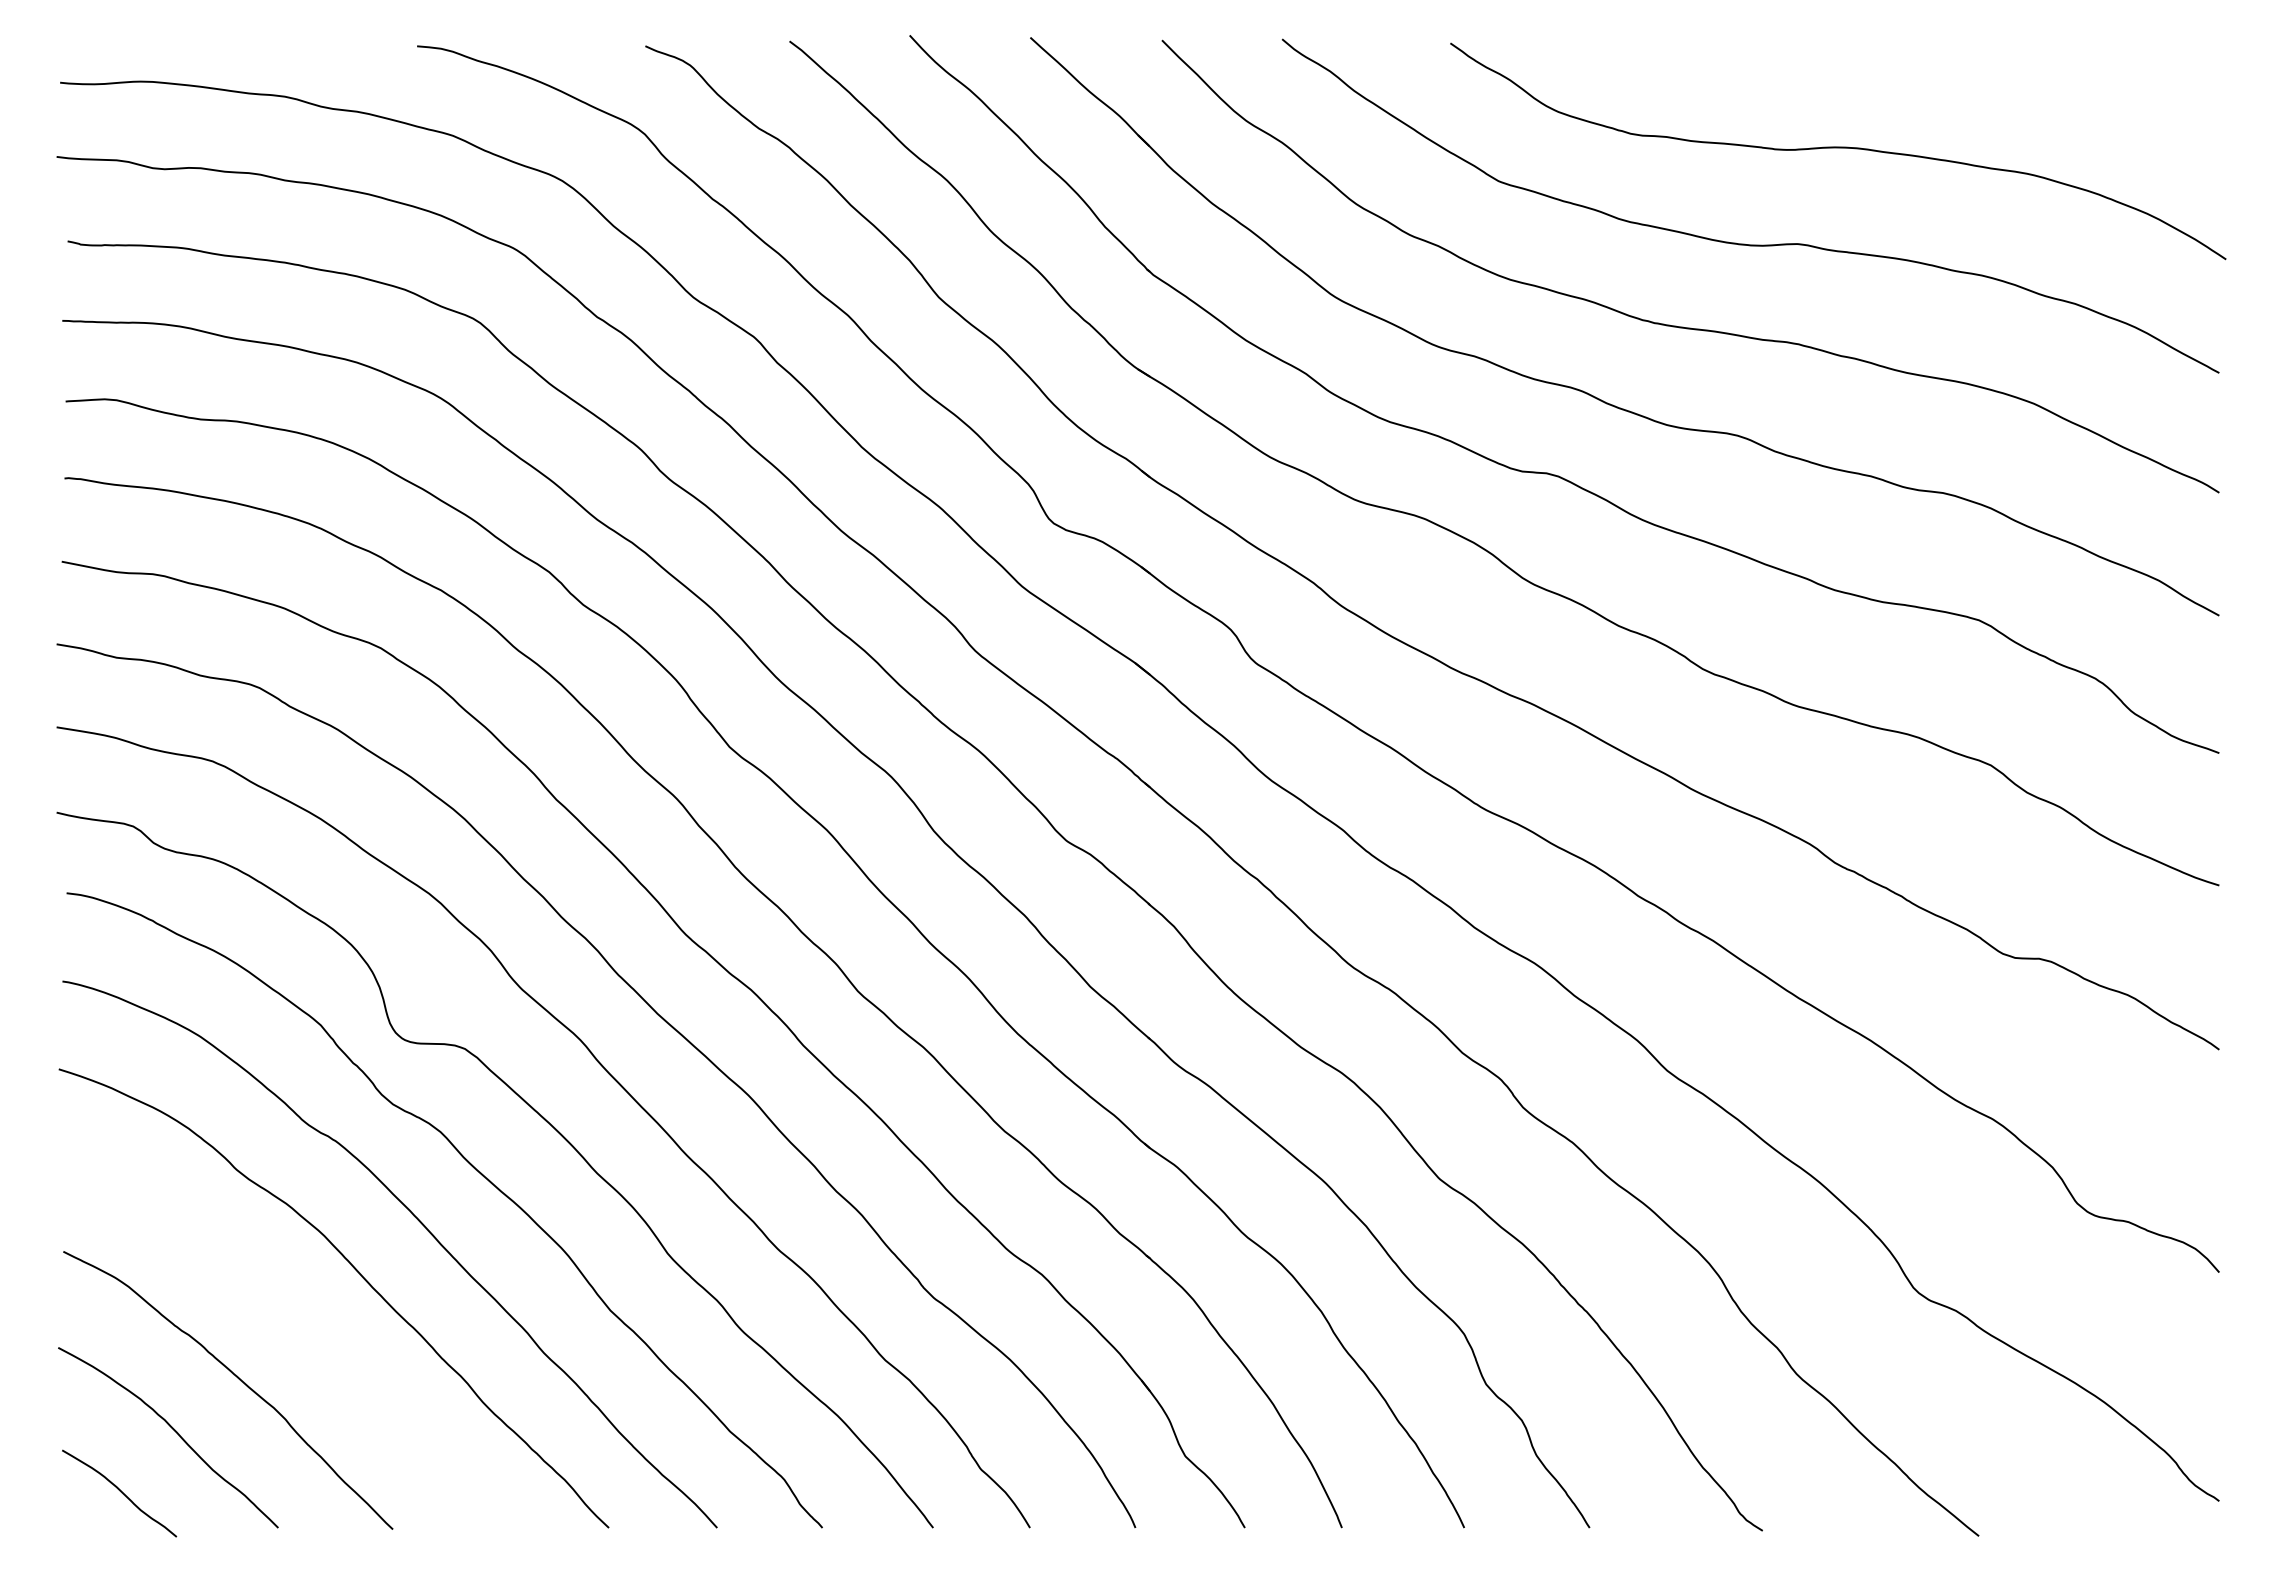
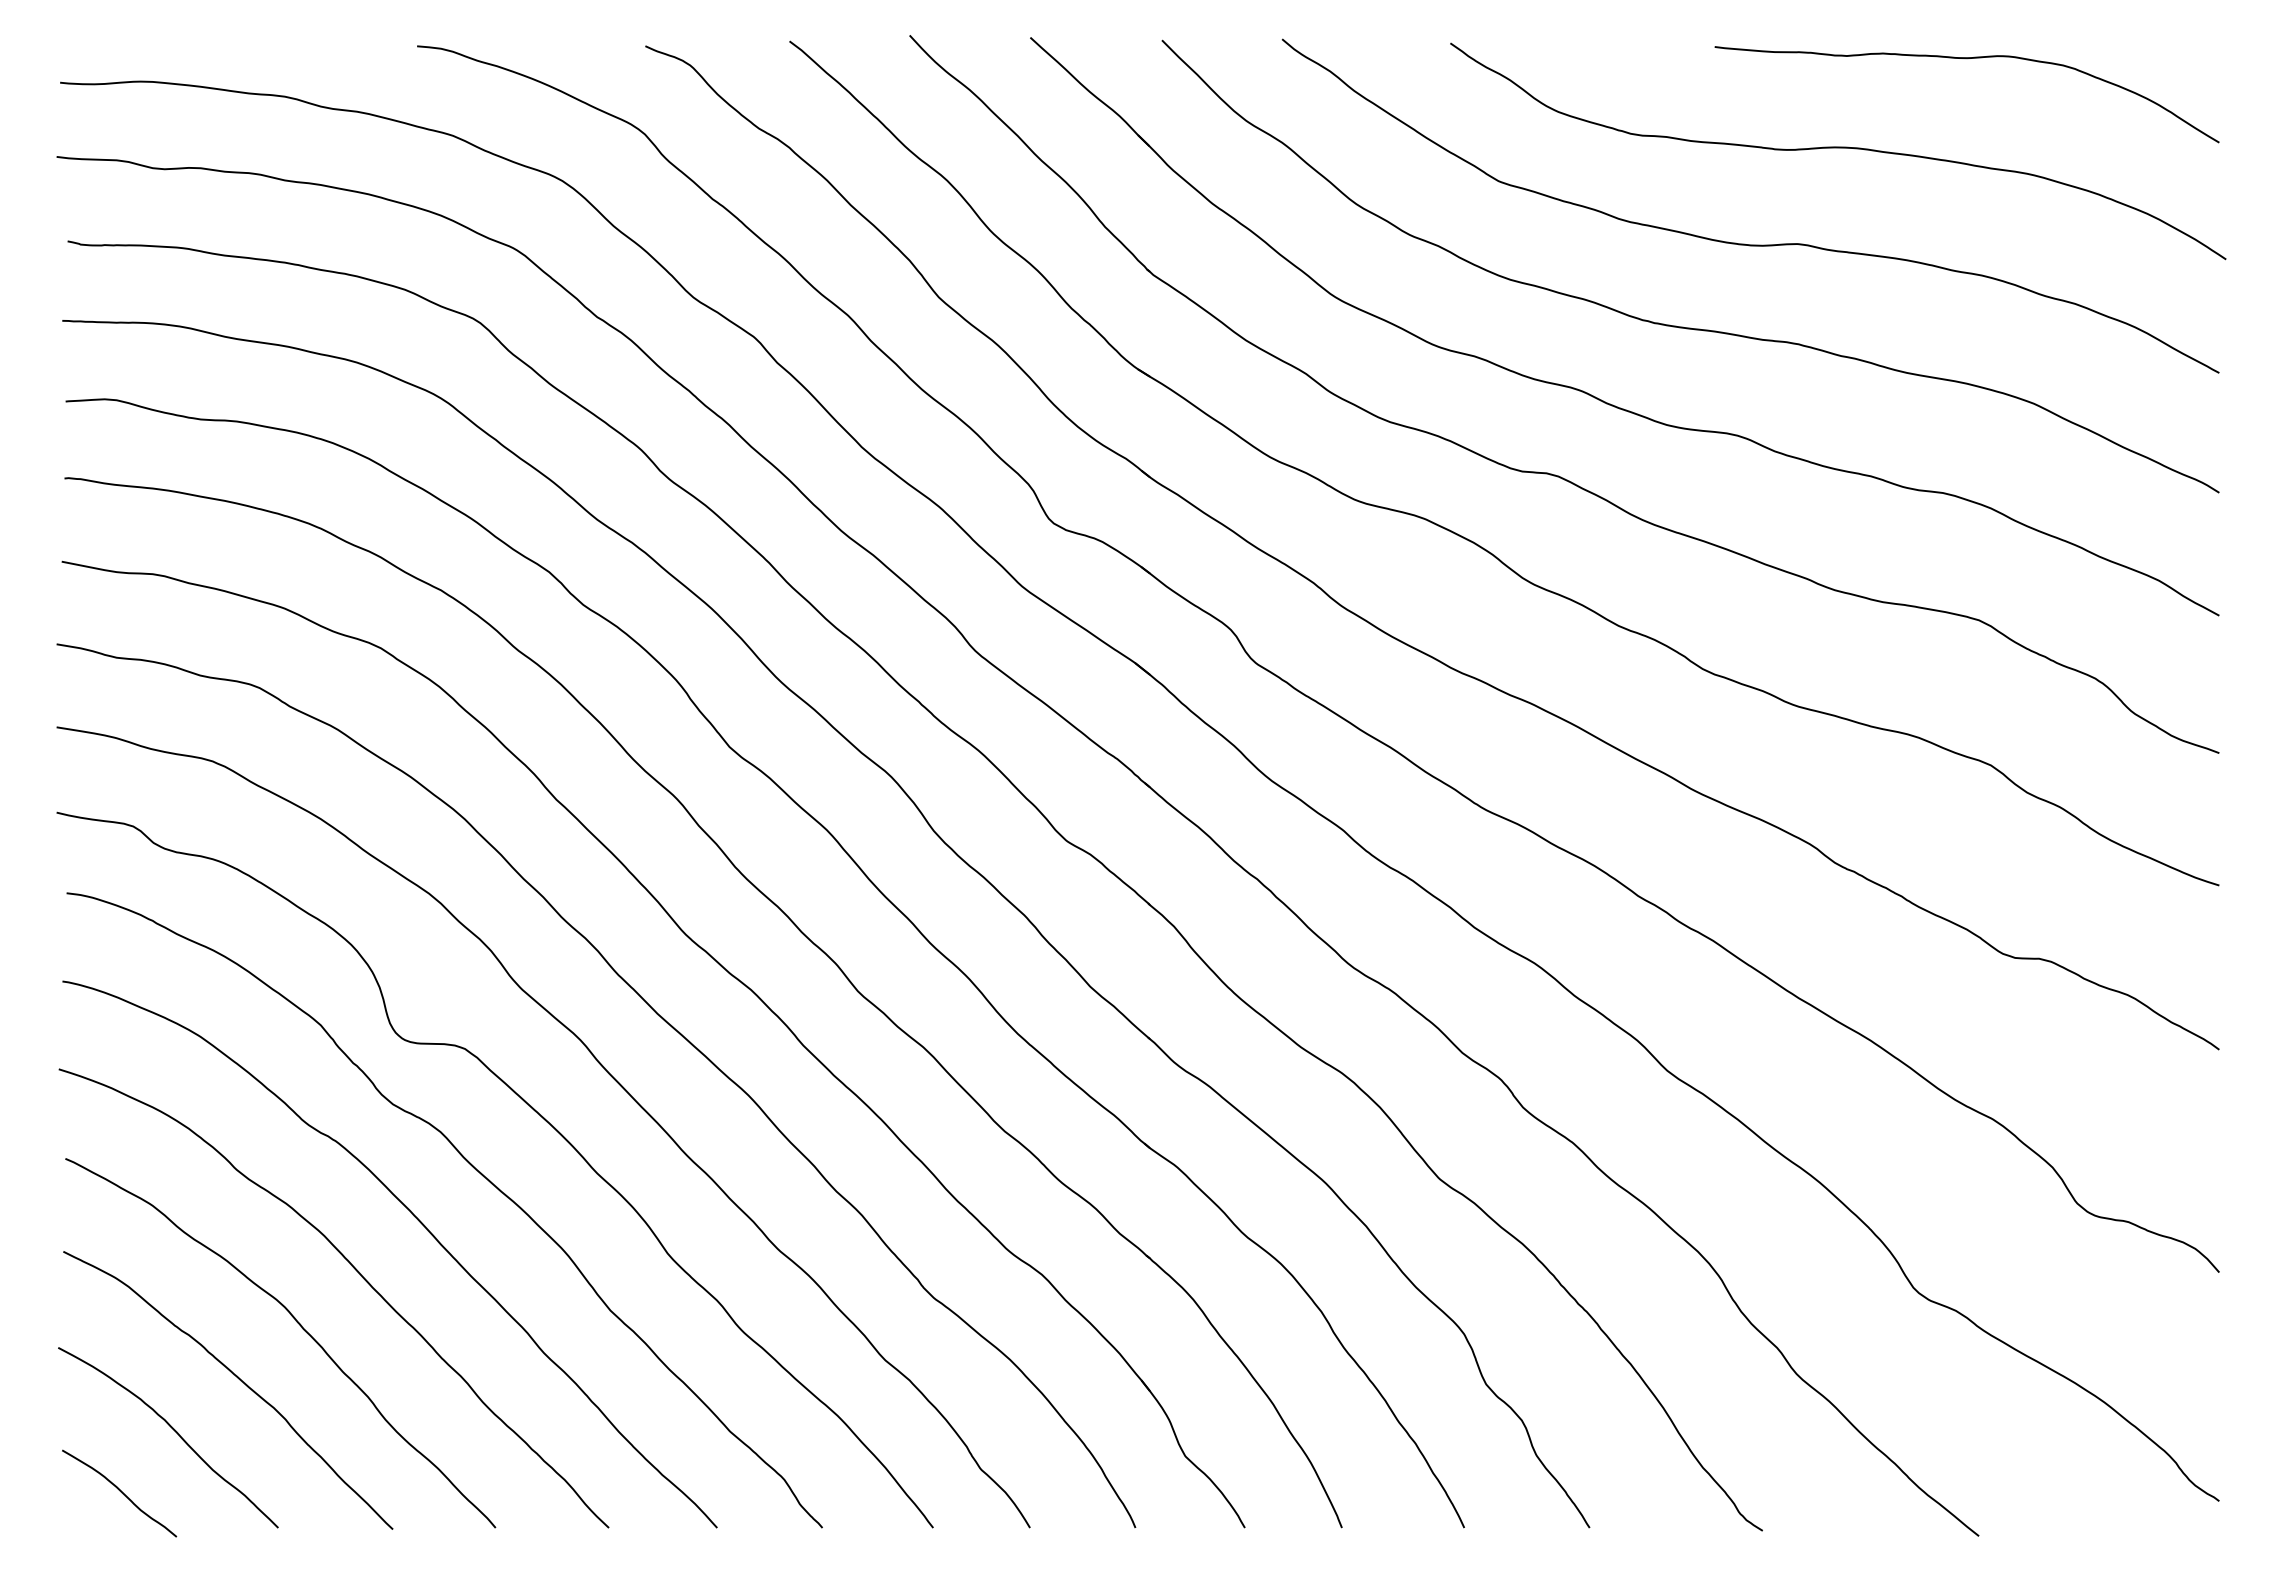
curve at (1966, 59): none -> present
curve at (302, 1329): none -> present
